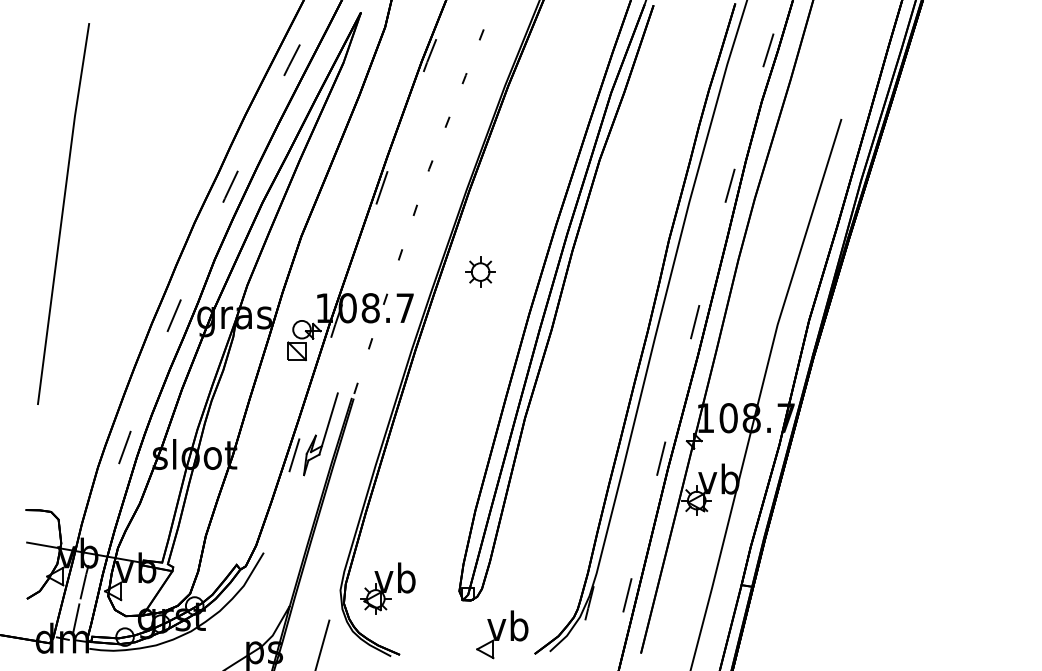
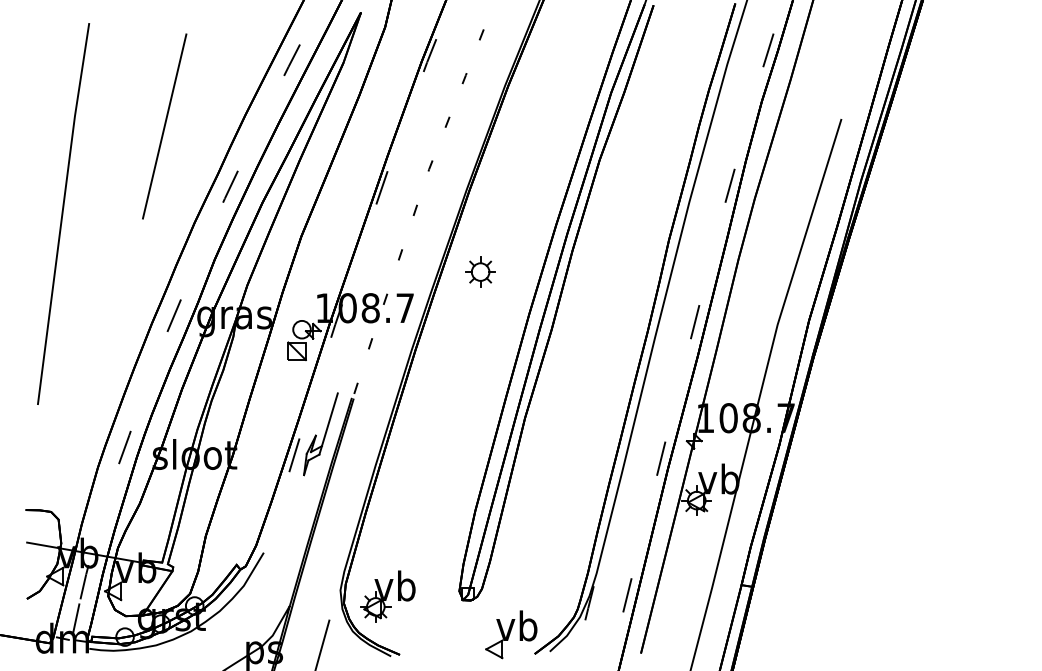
line at (164, 126): none -> present
part at (387, 588) position: (387, 588) -> (387, 596)
part at (502, 634) position: (502, 634) -> (511, 634)
